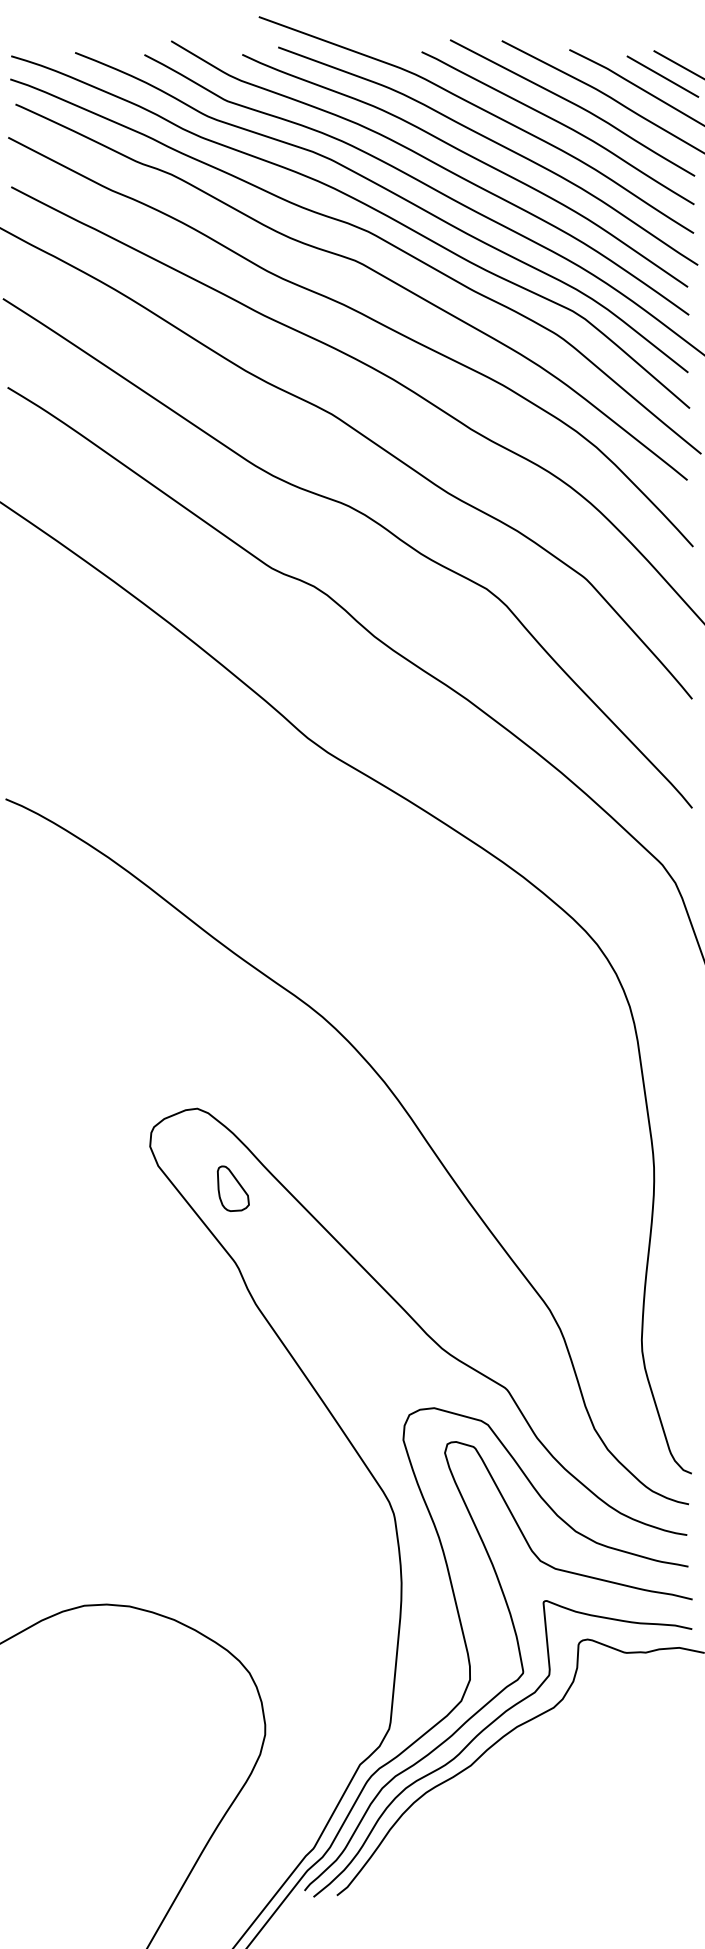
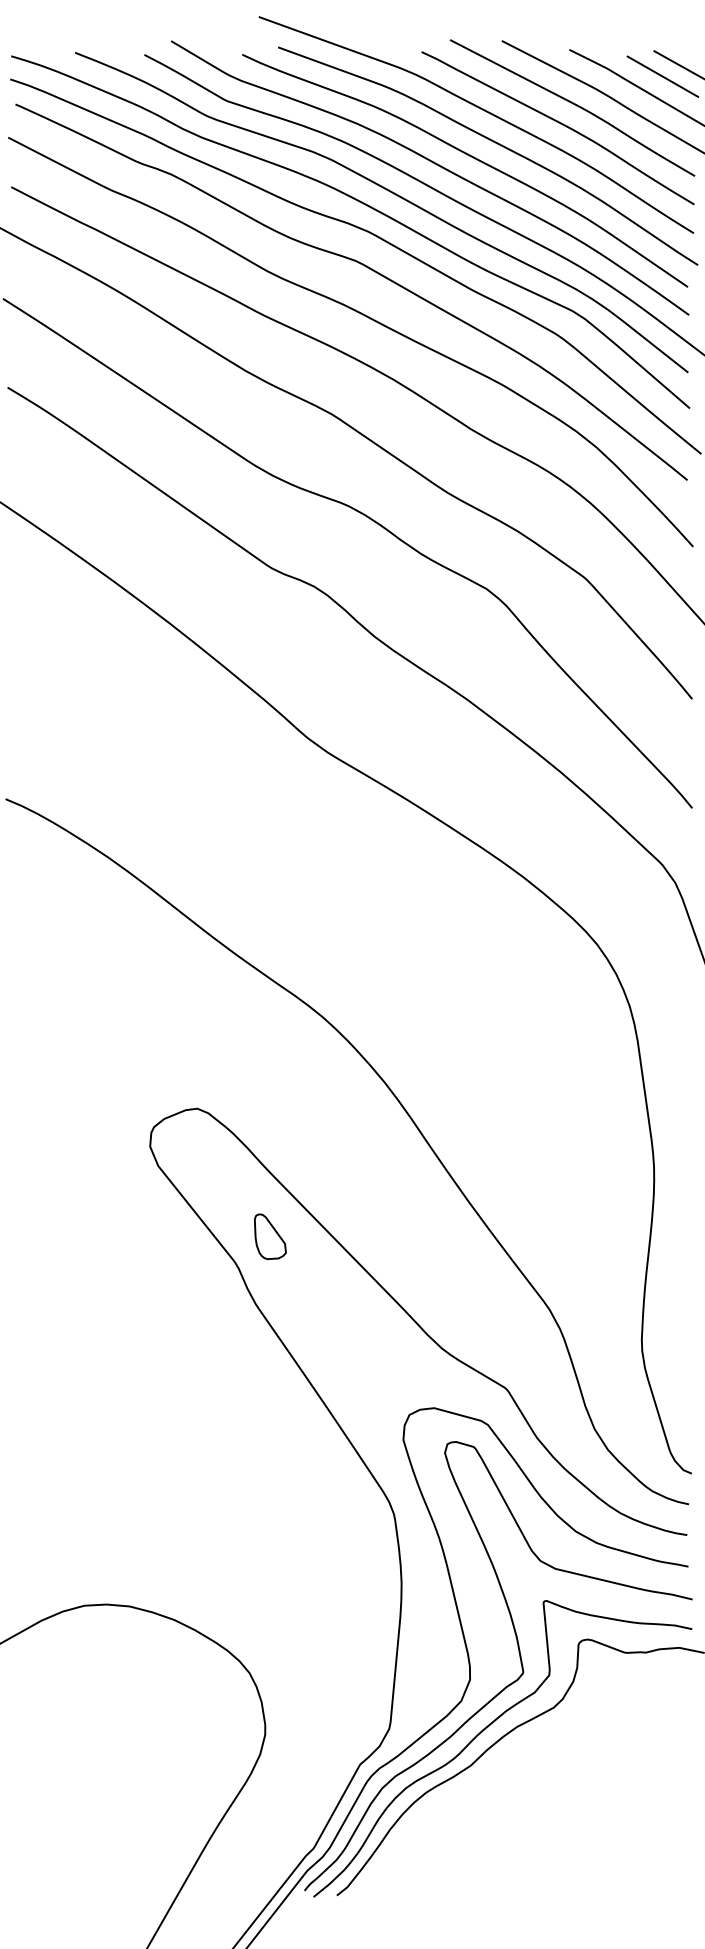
part at (233, 1188) position: (233, 1188) -> (270, 1236)
